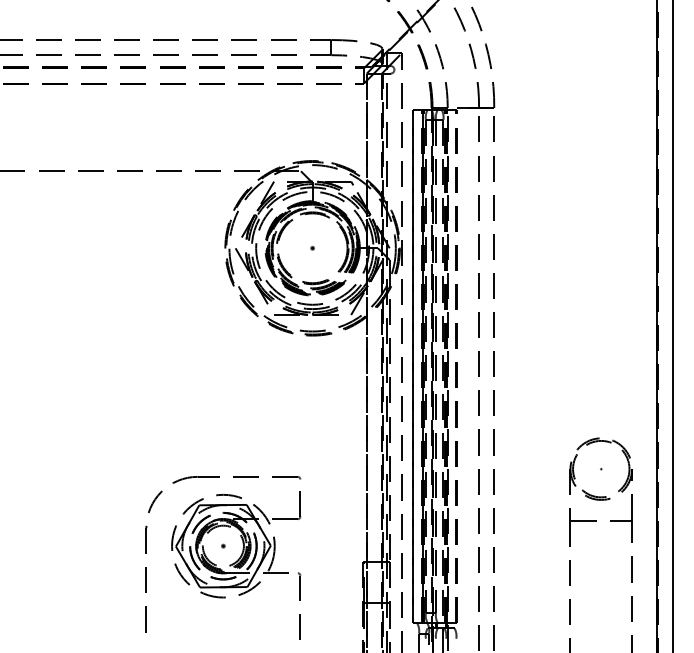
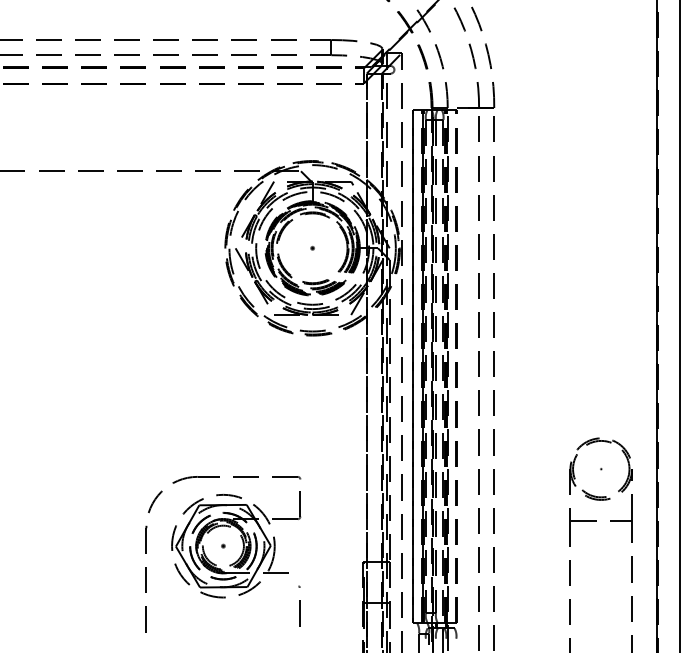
line at (673, 325) position: (673, 325) -> (680, 325)
part at (299, 605) size: 5x68 px -> 3x42 px
